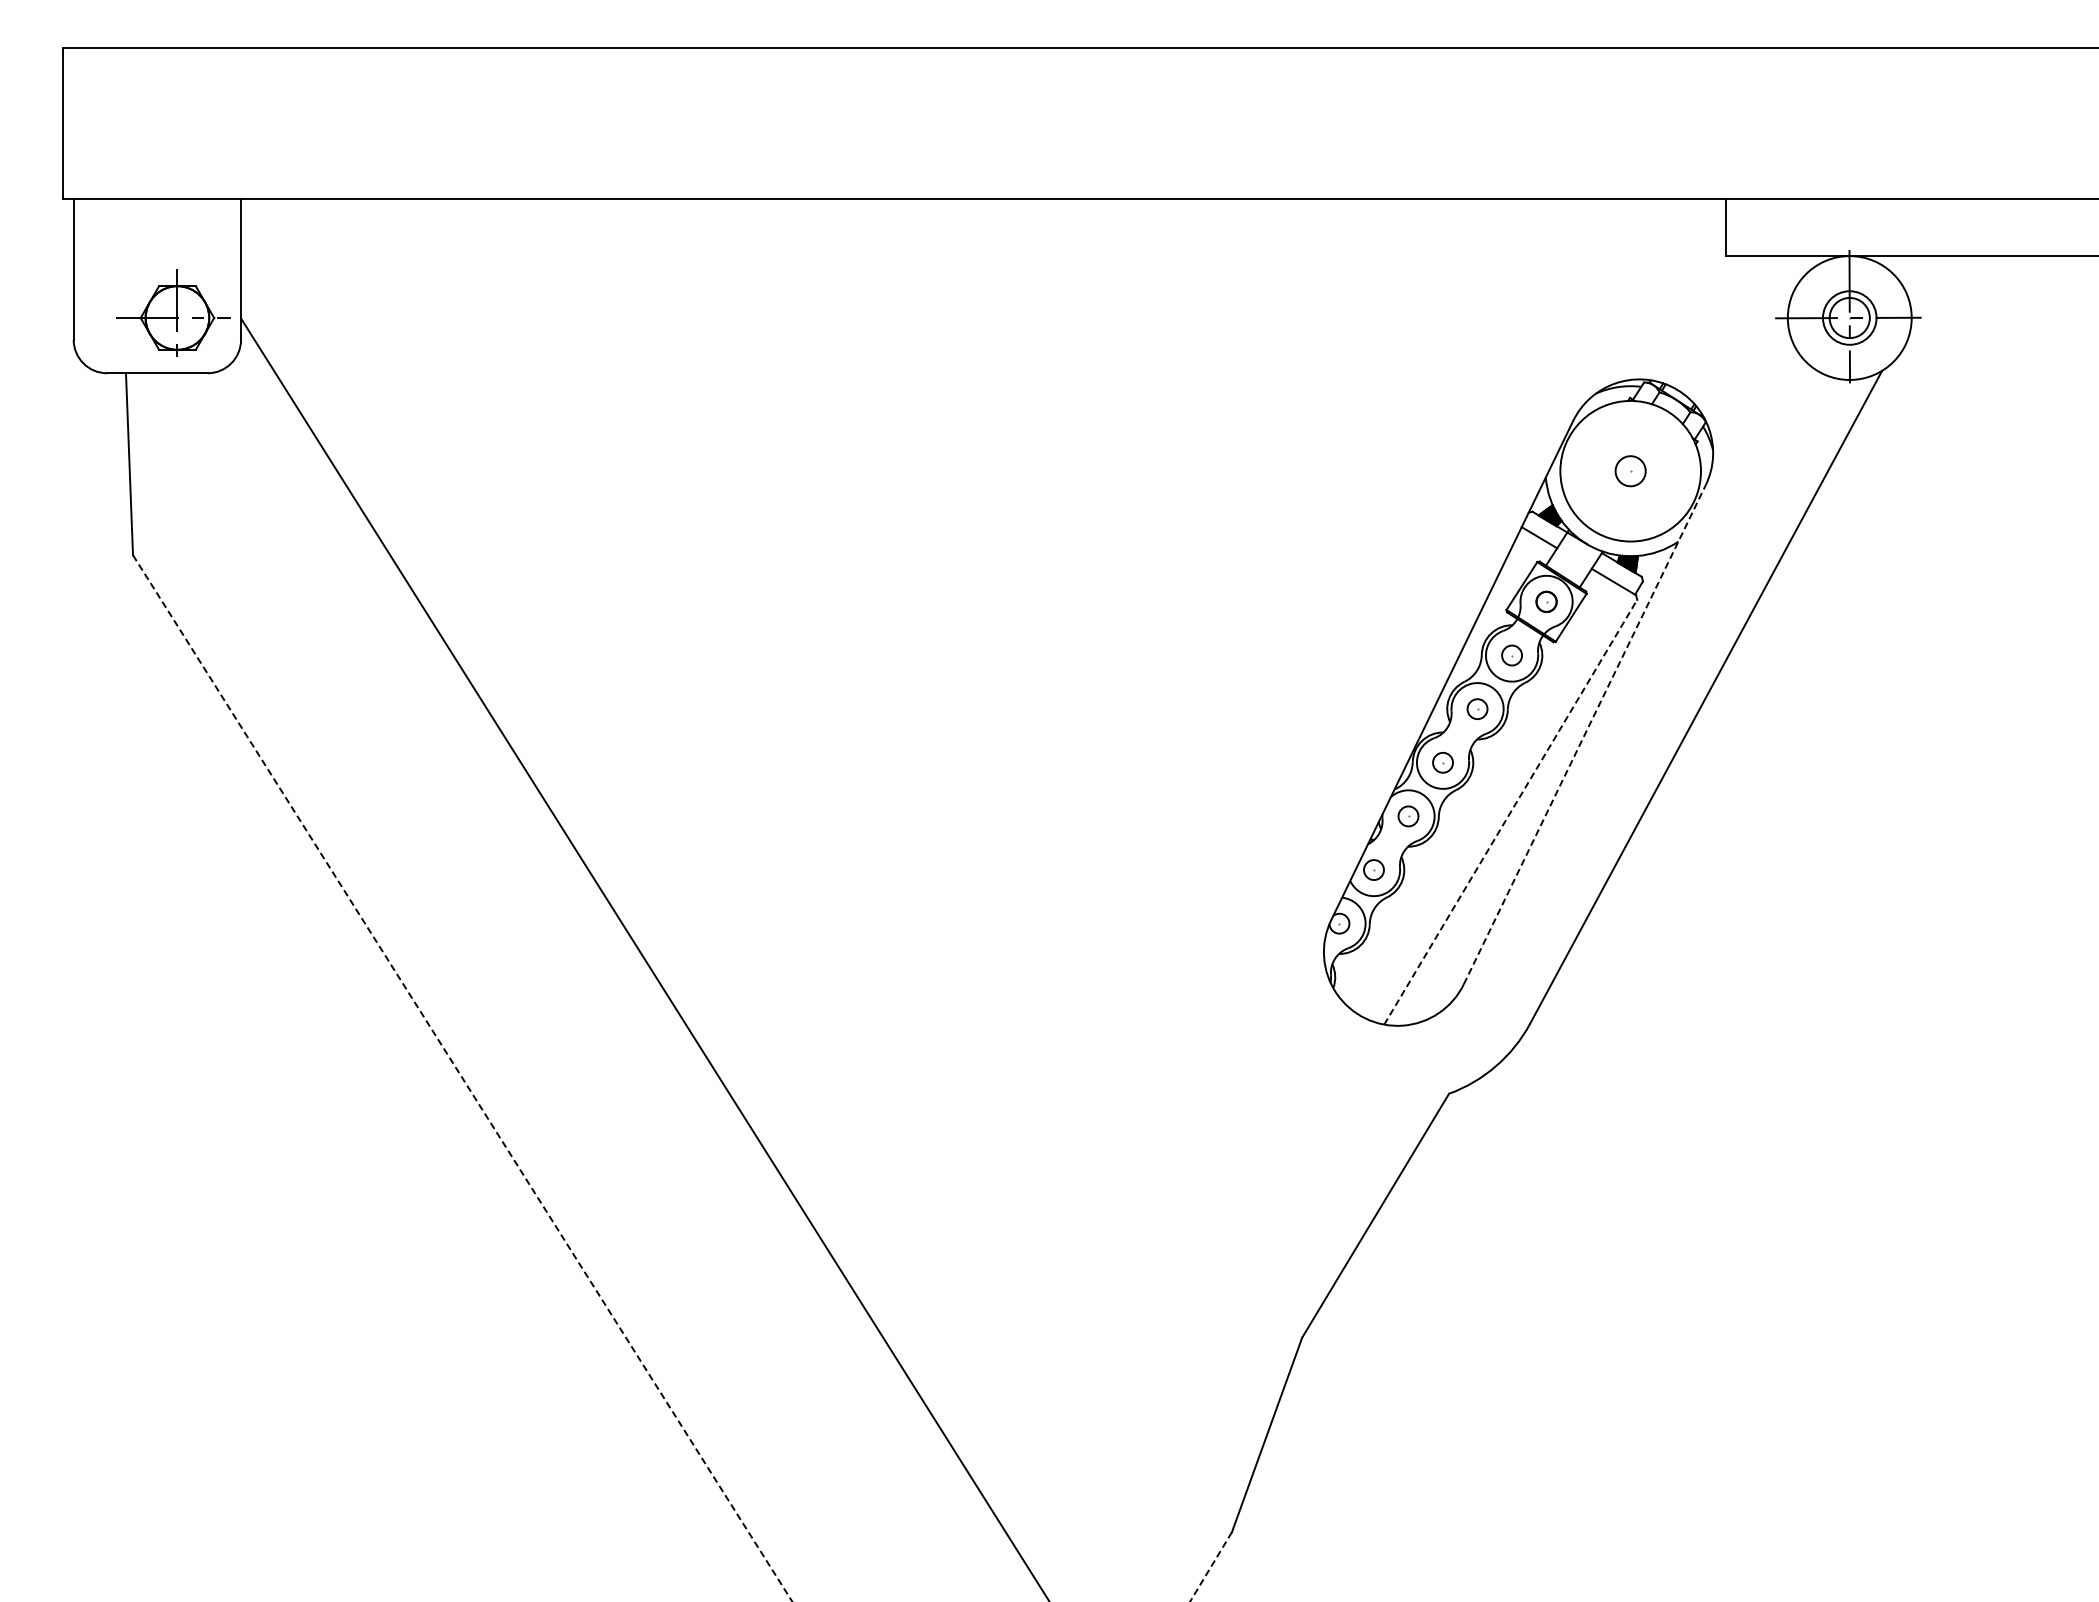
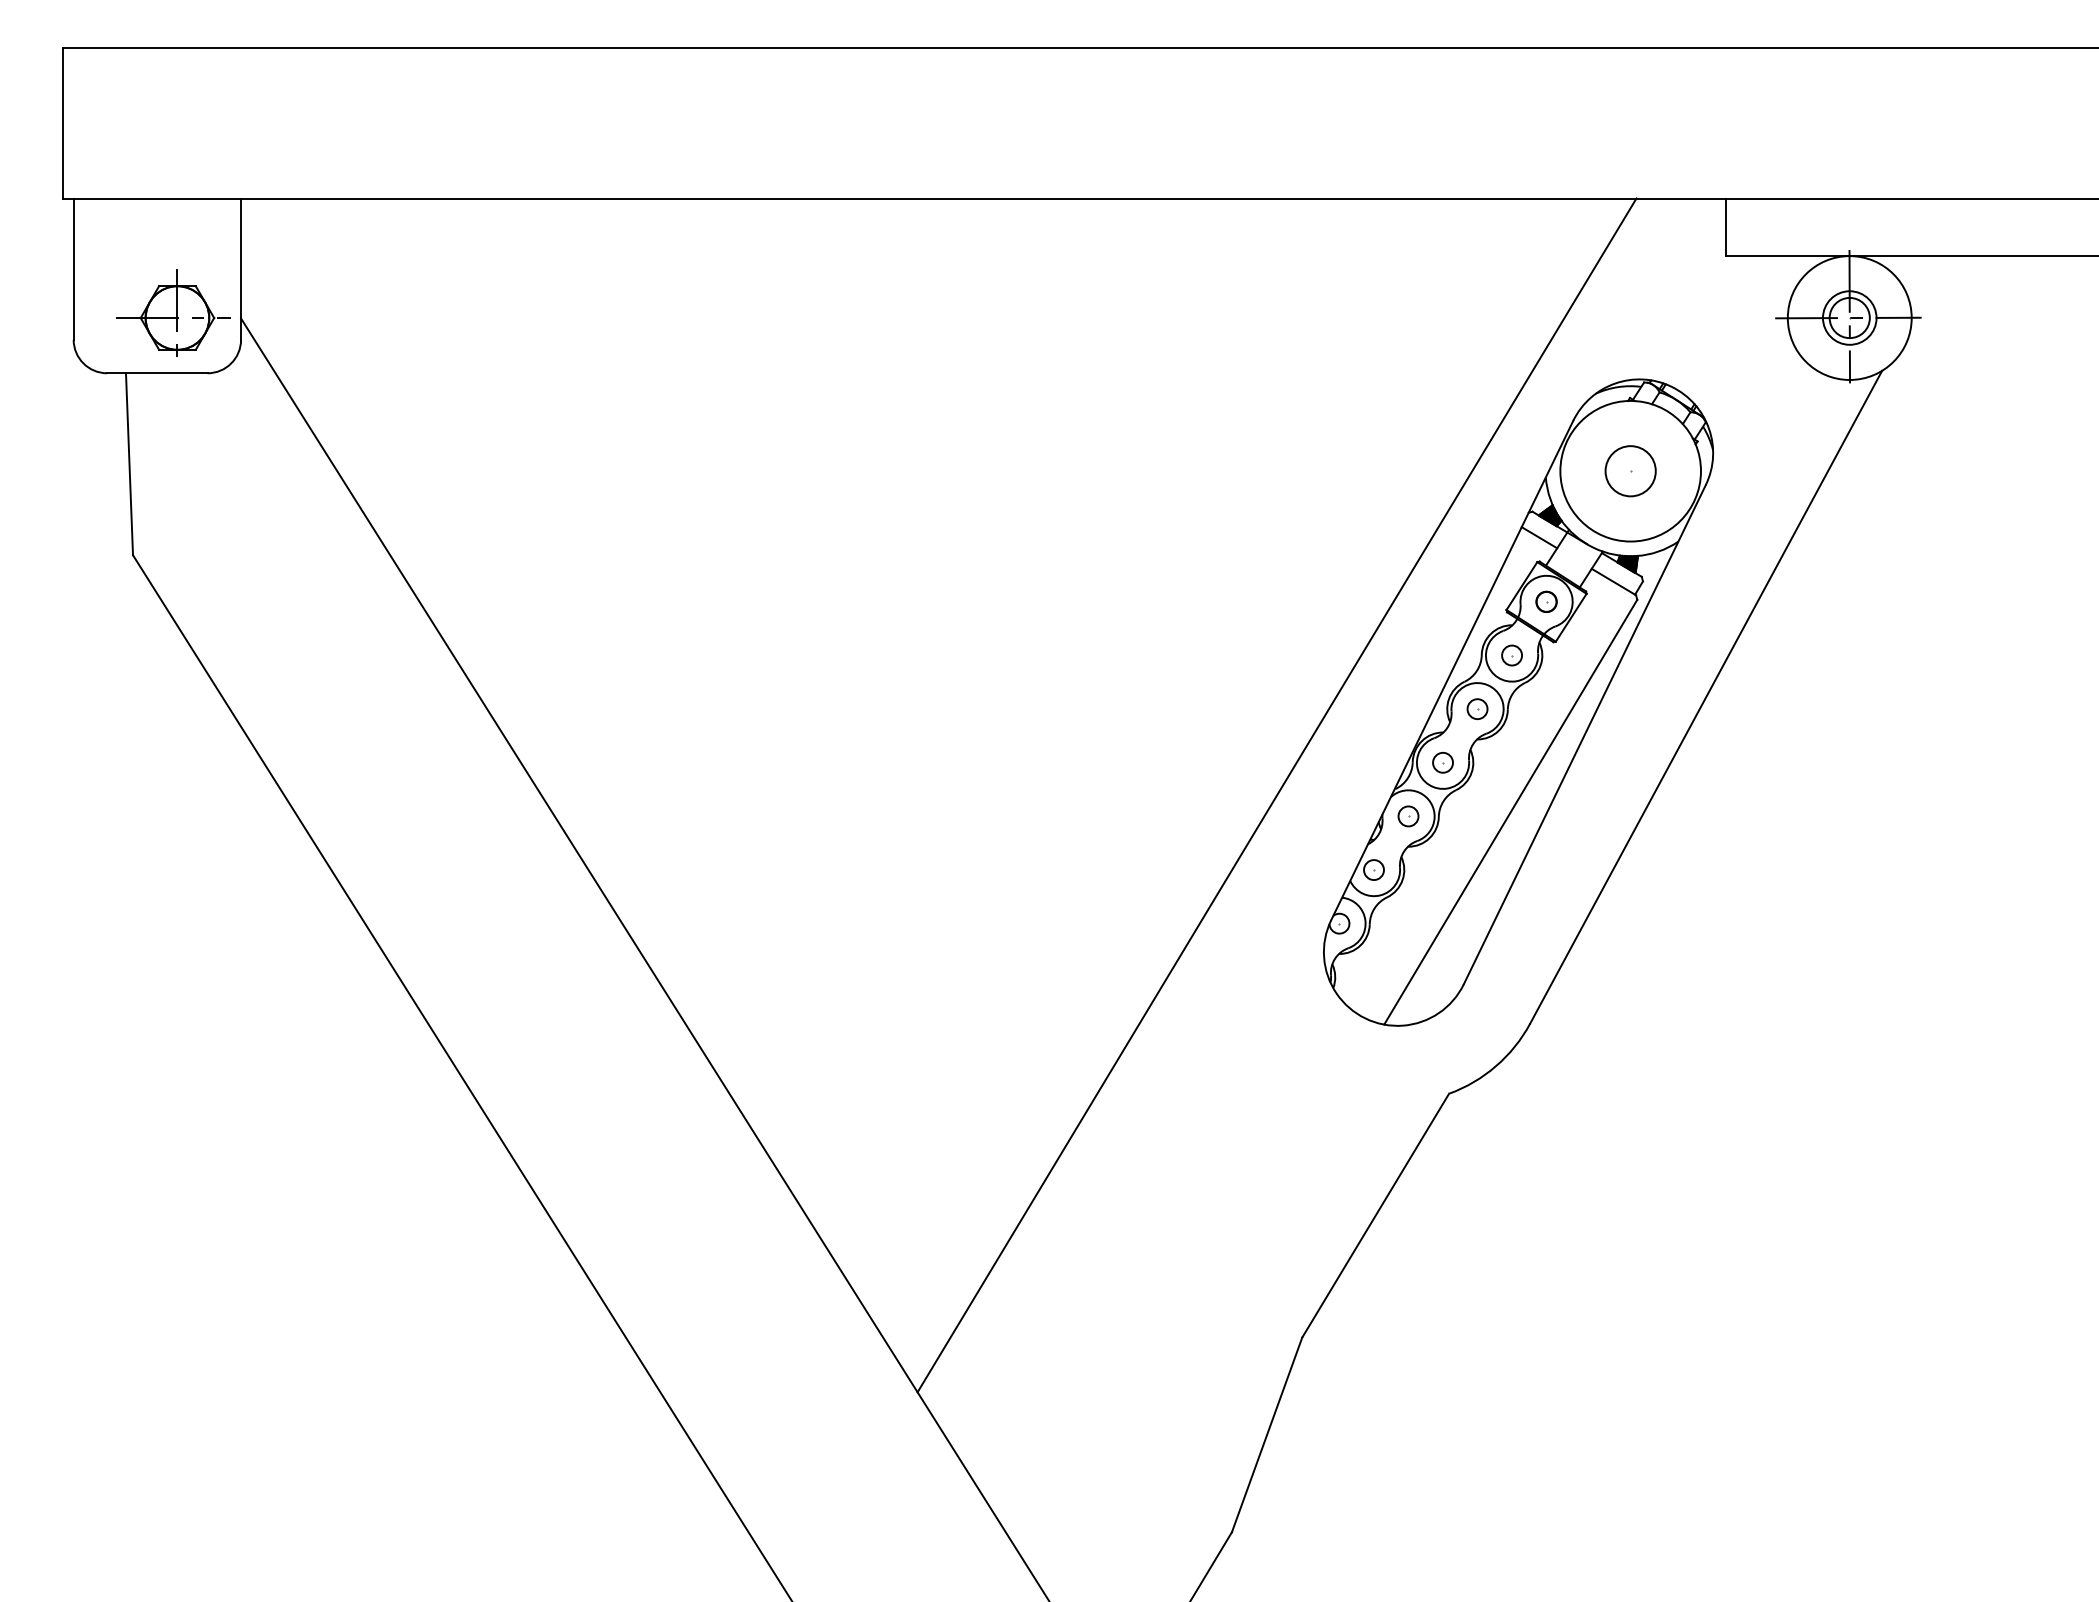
circle at (1630, 471) diameter: 30 px -> 50 px
line at (1585, 734): dashed -> solid
line at (1276, 795): none -> present
line at (1511, 811): dashed -> solid
line at (462, 1078): dashed -> solid
line at (1210, 1567): dashed -> solid
